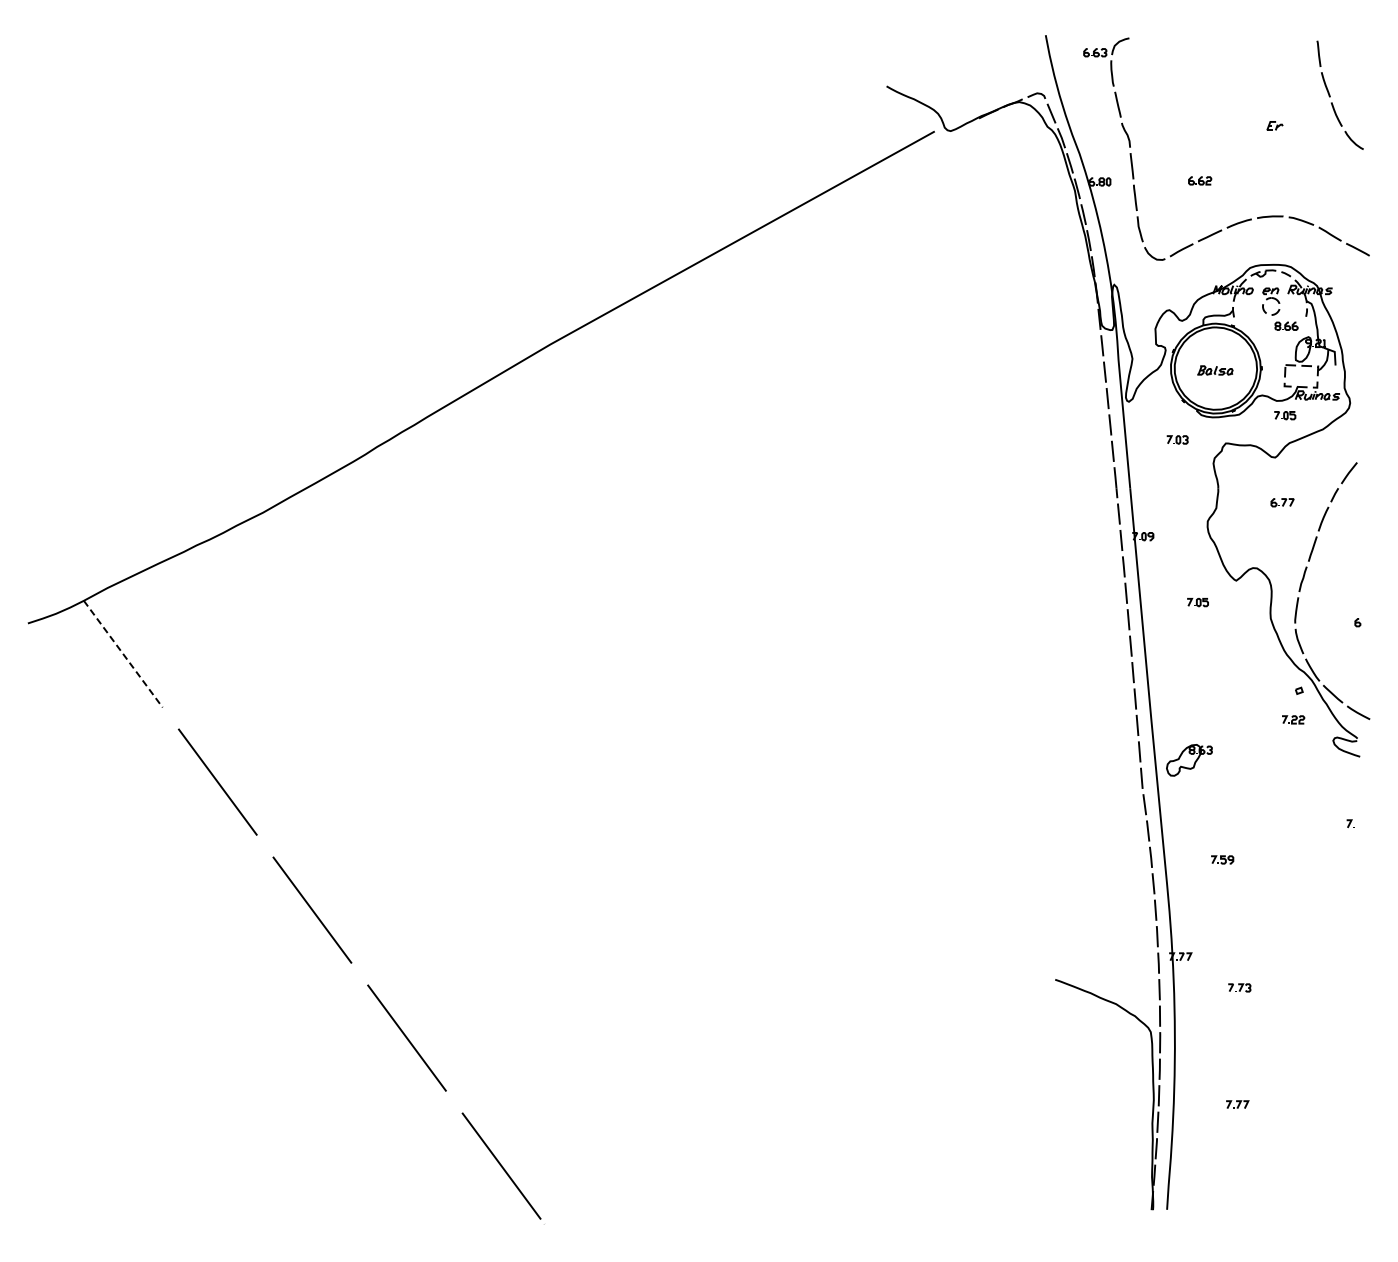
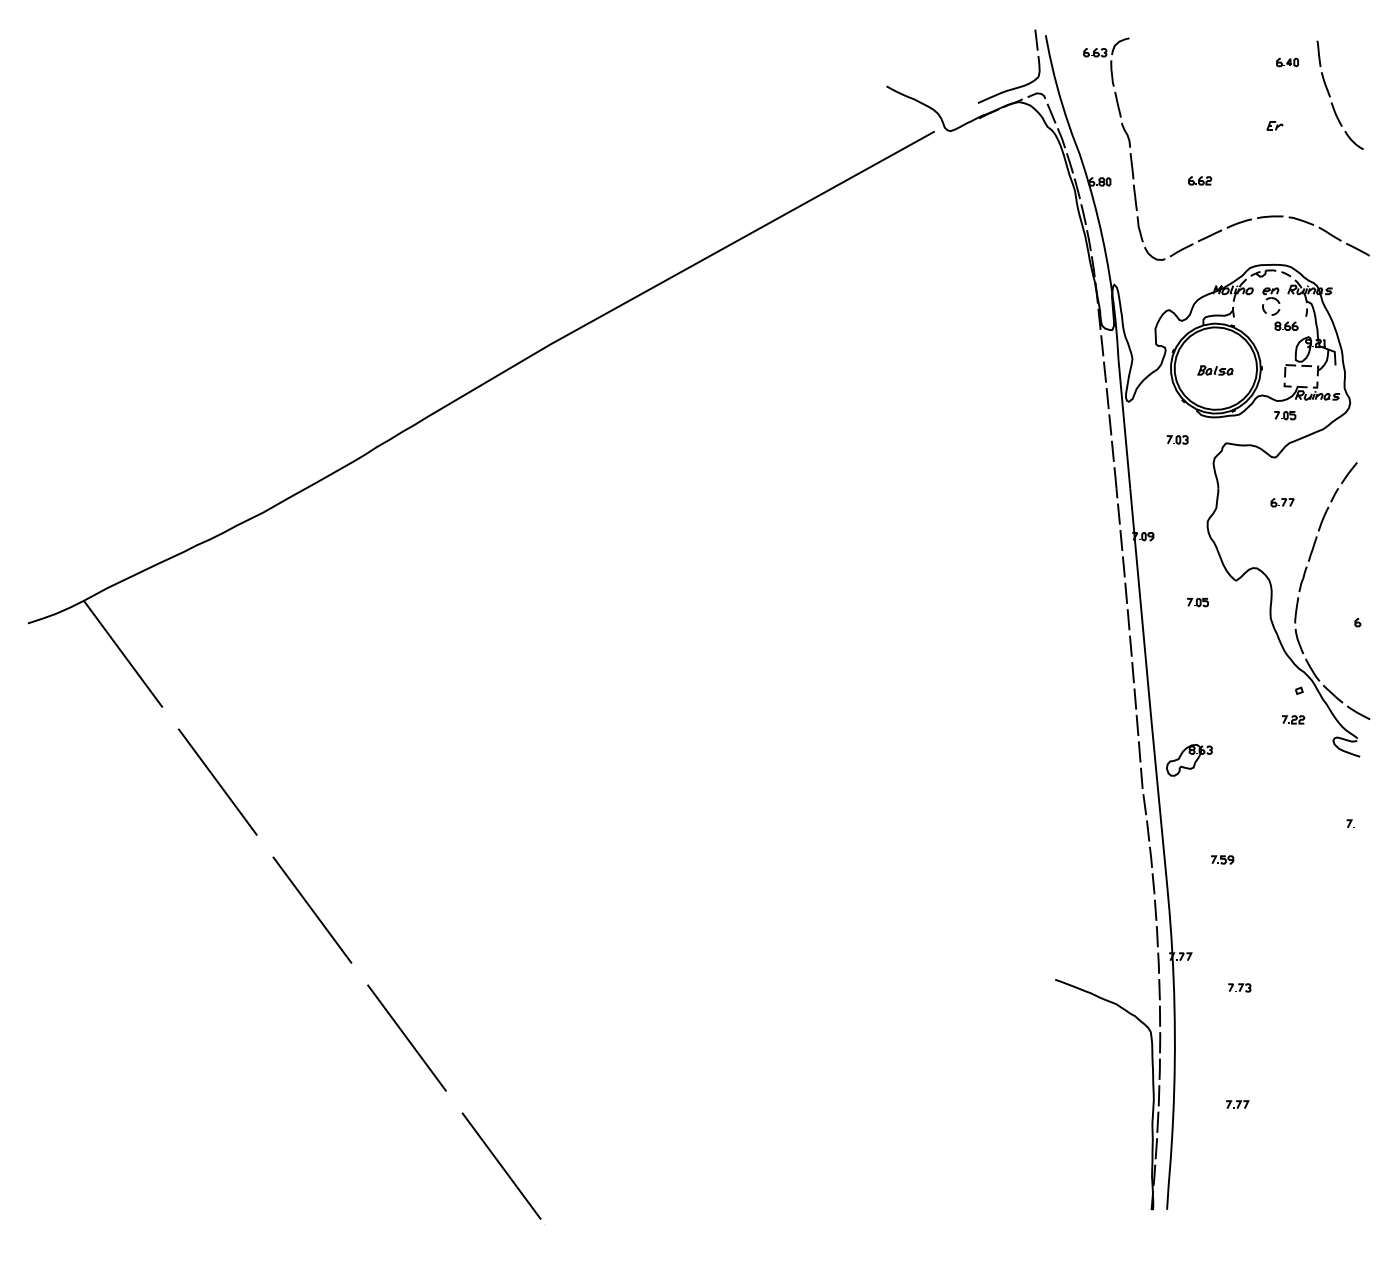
part at (1287, 62): none -> present
part at (1014, 87): none -> present
line at (123, 654): dashed -> solid
